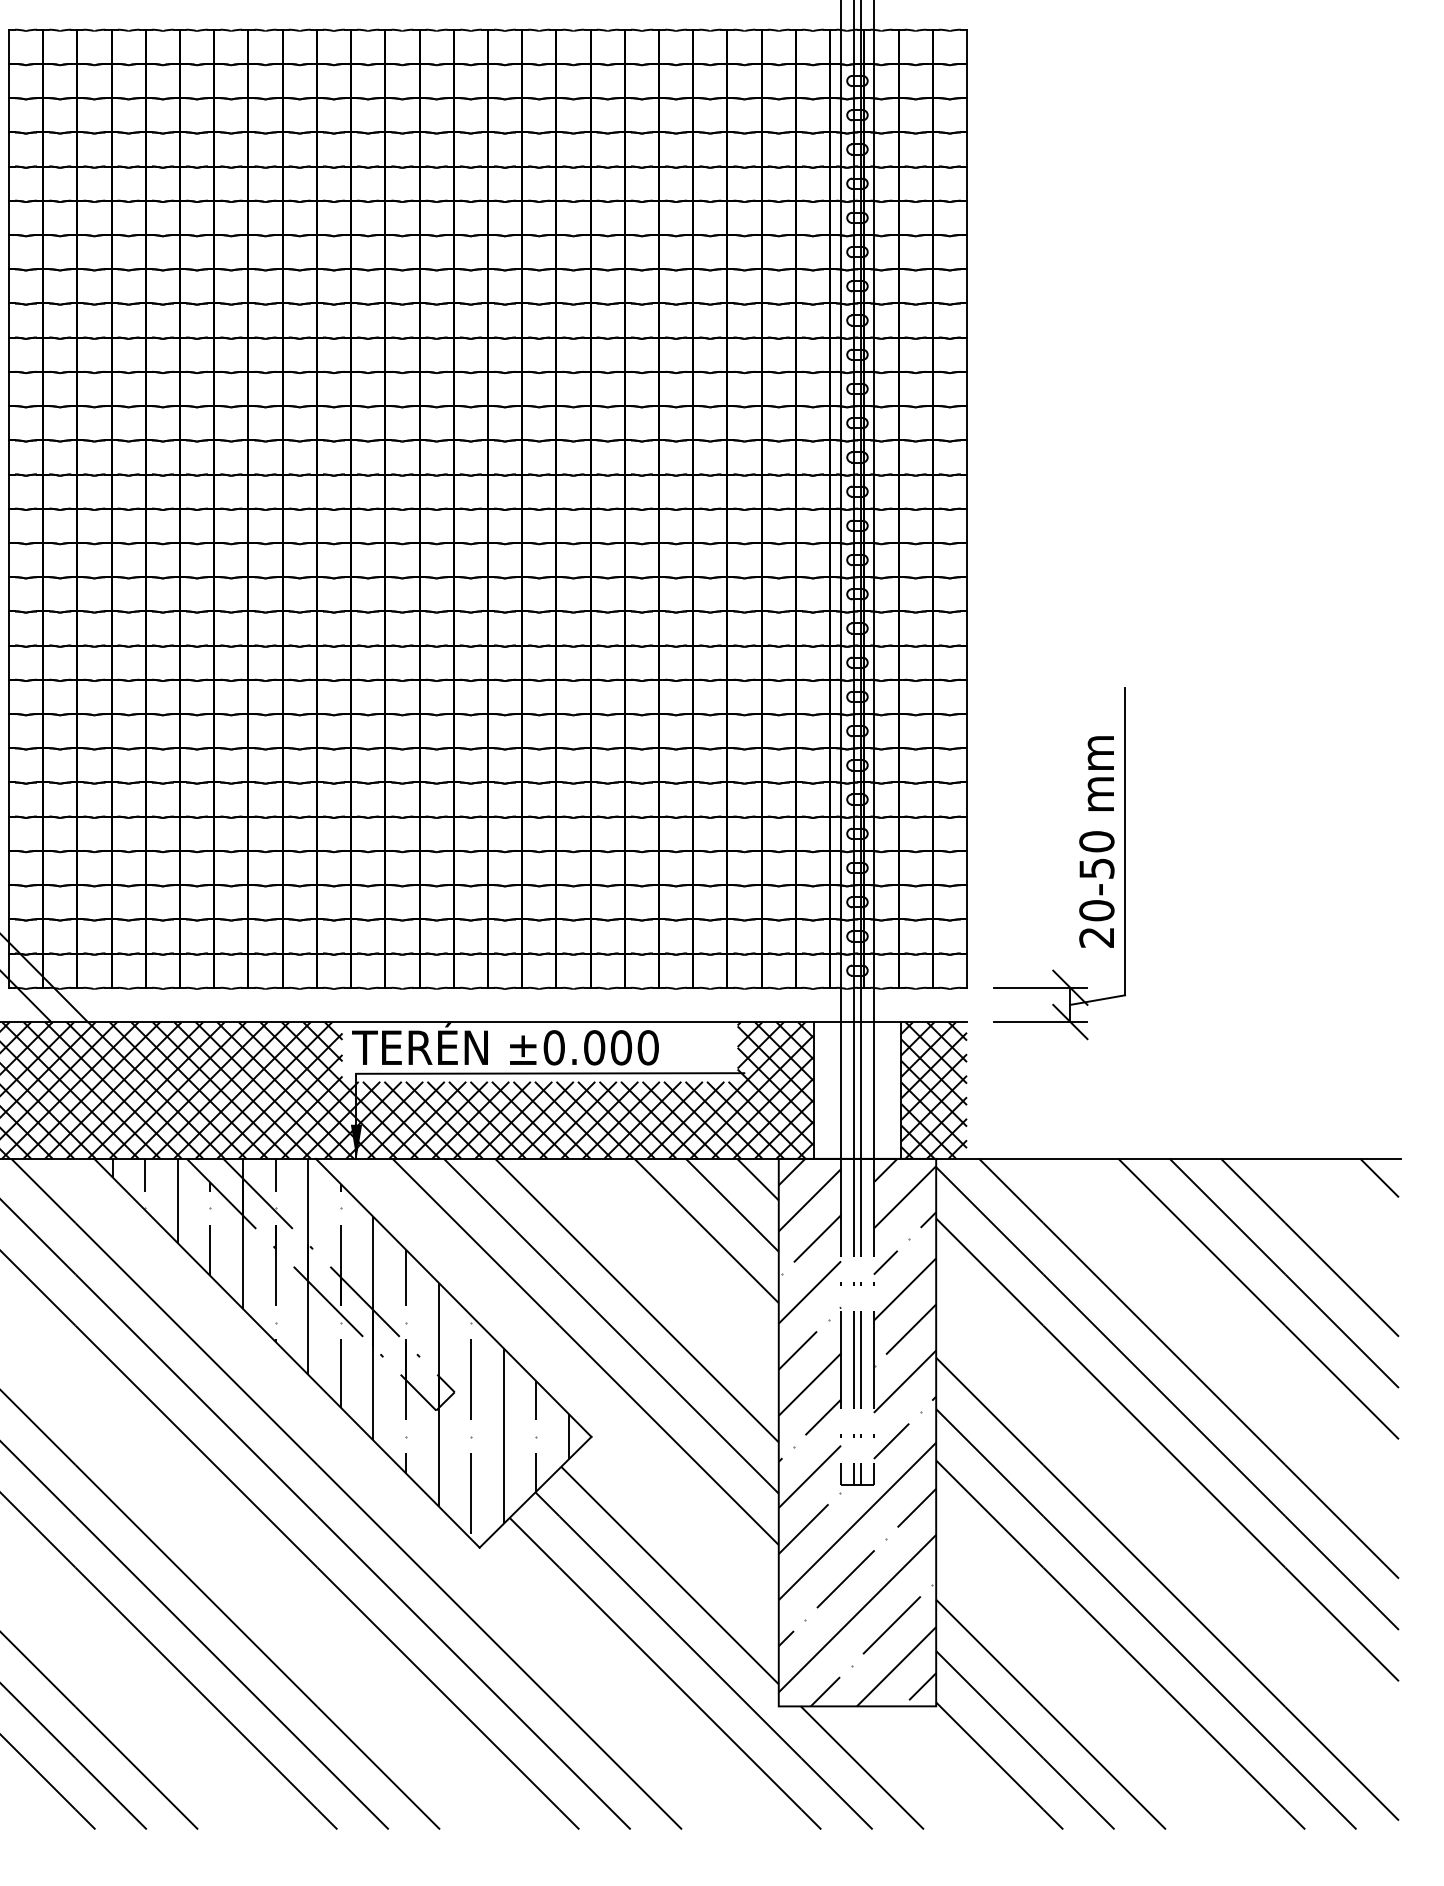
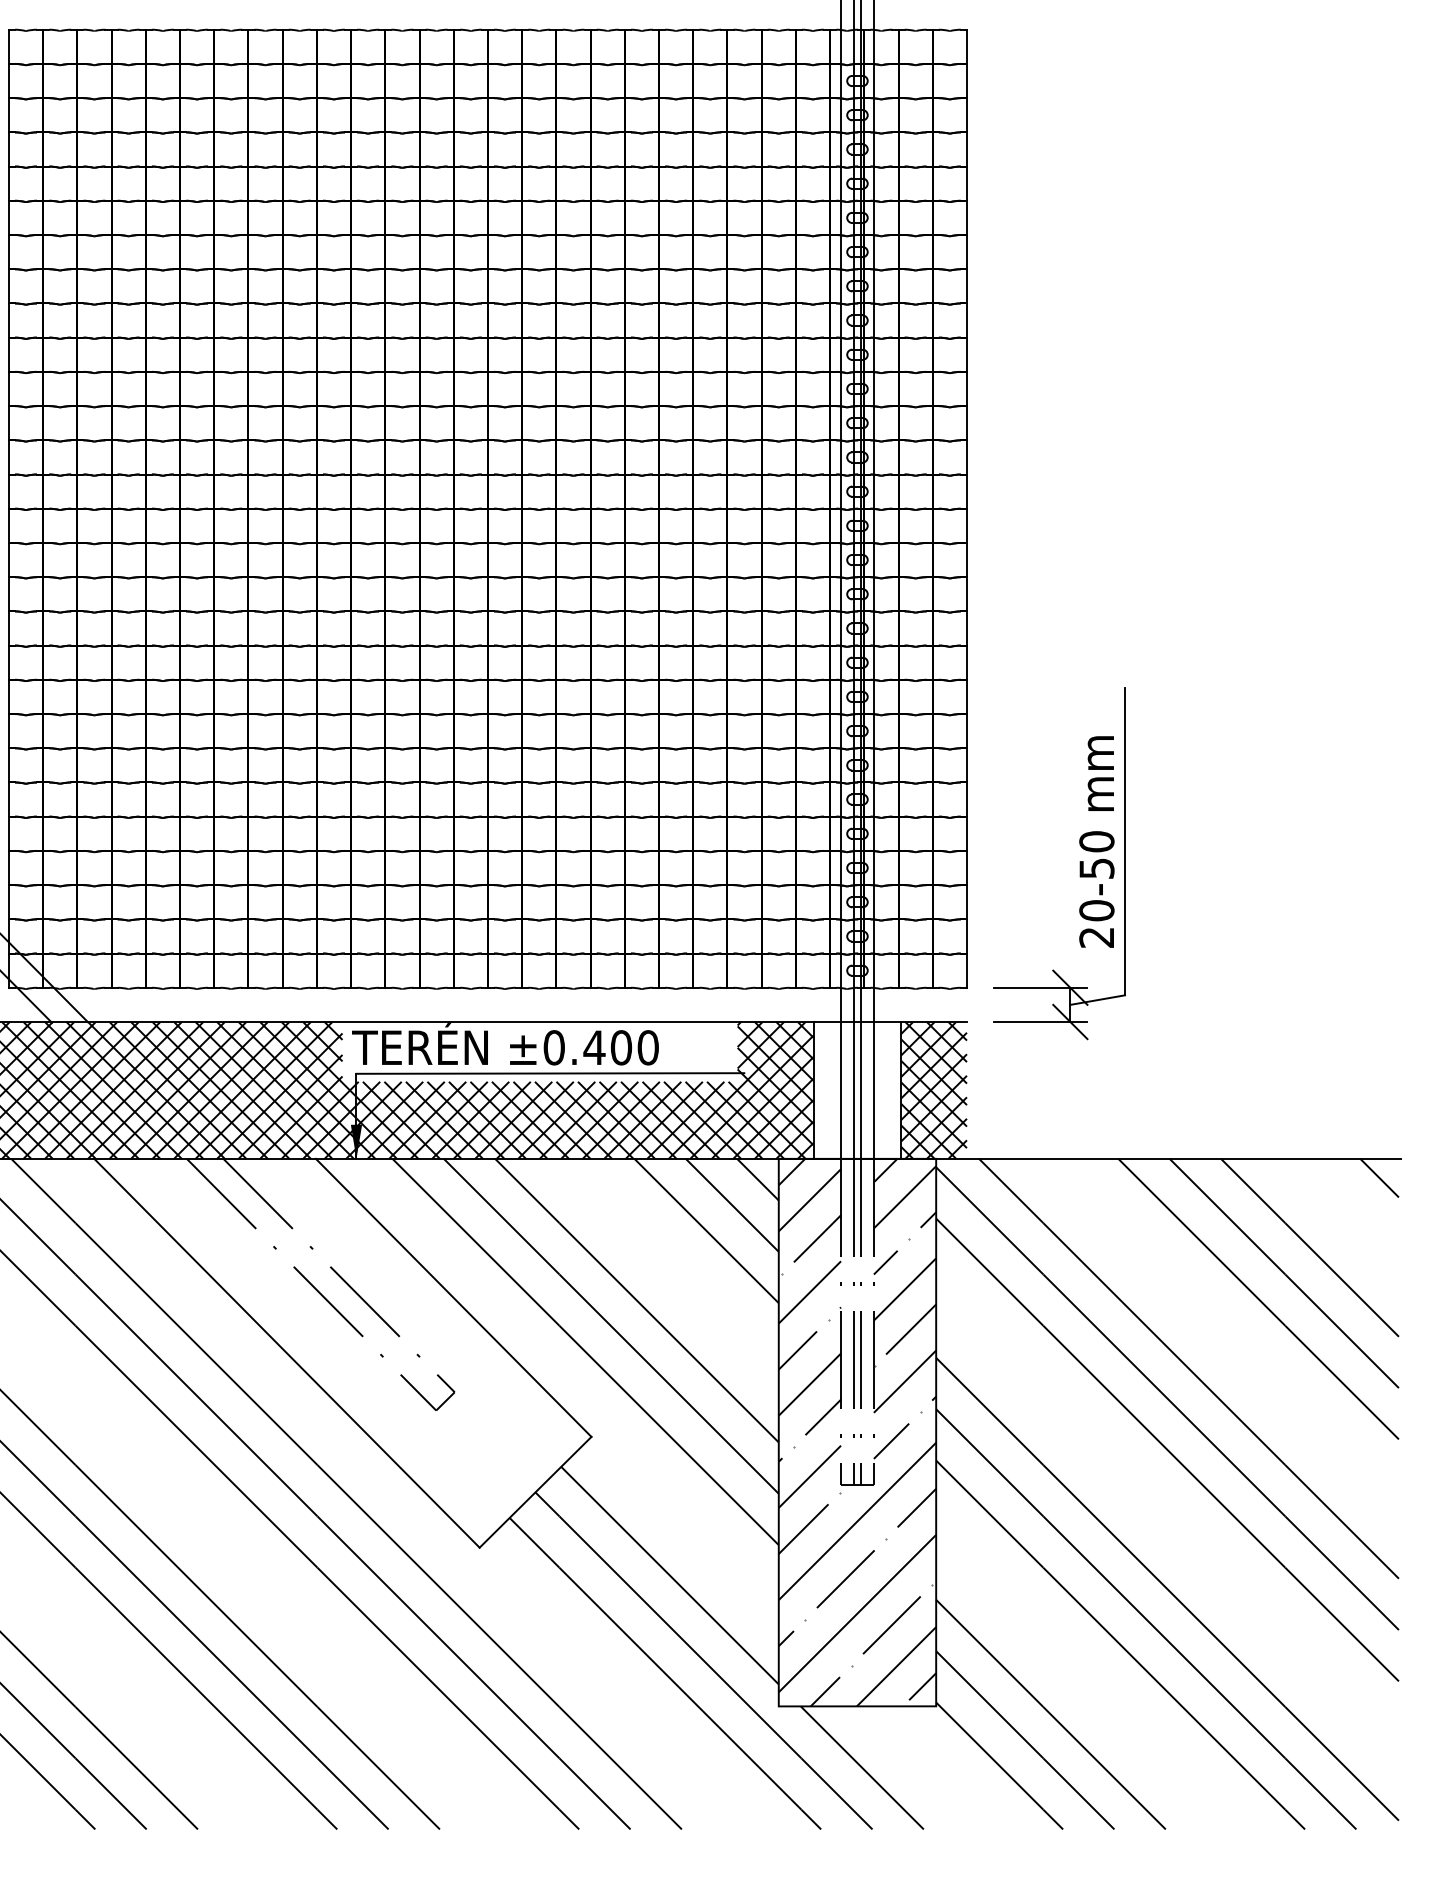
text at (594, 1047): ±0.000 -> ±0.400
hatch at (340, 1346): present -> none
